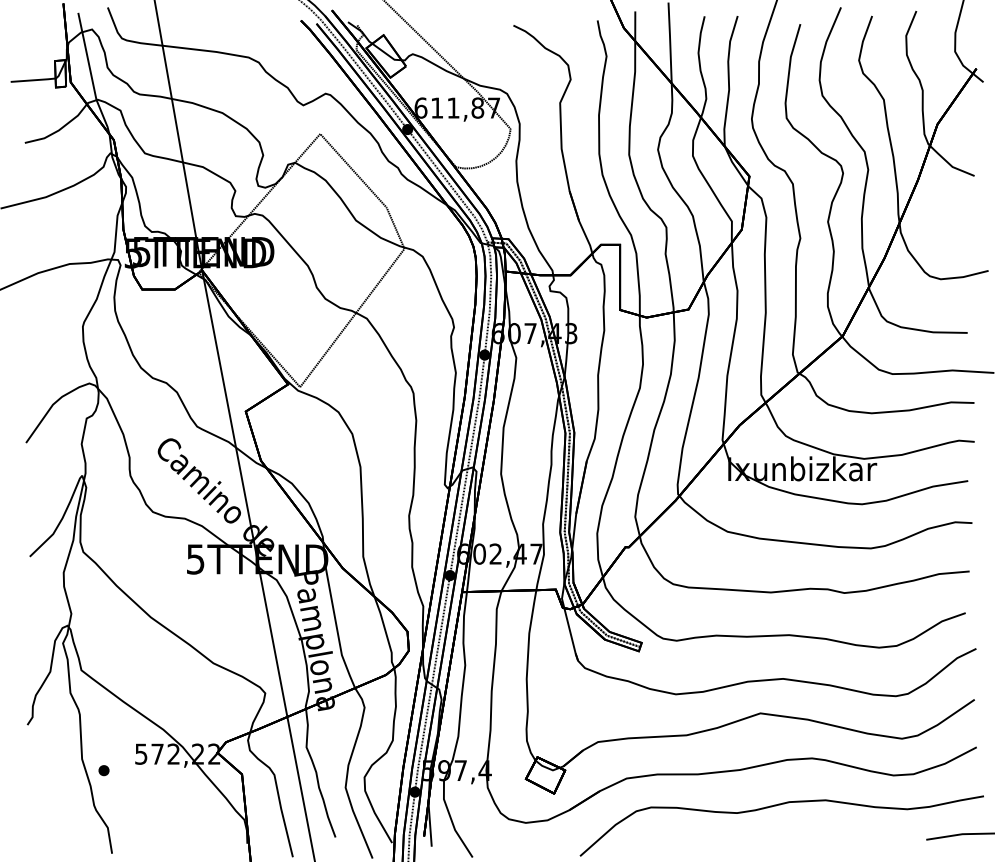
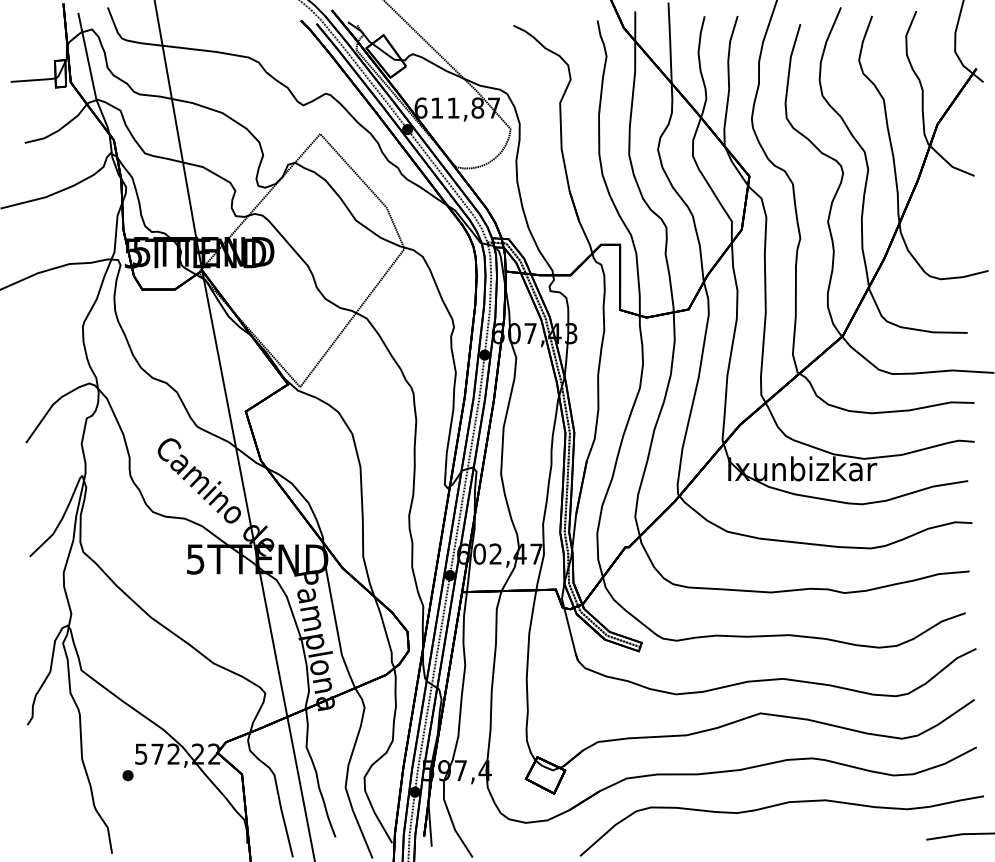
part at (103, 770) position: (103, 770) -> (127, 775)
